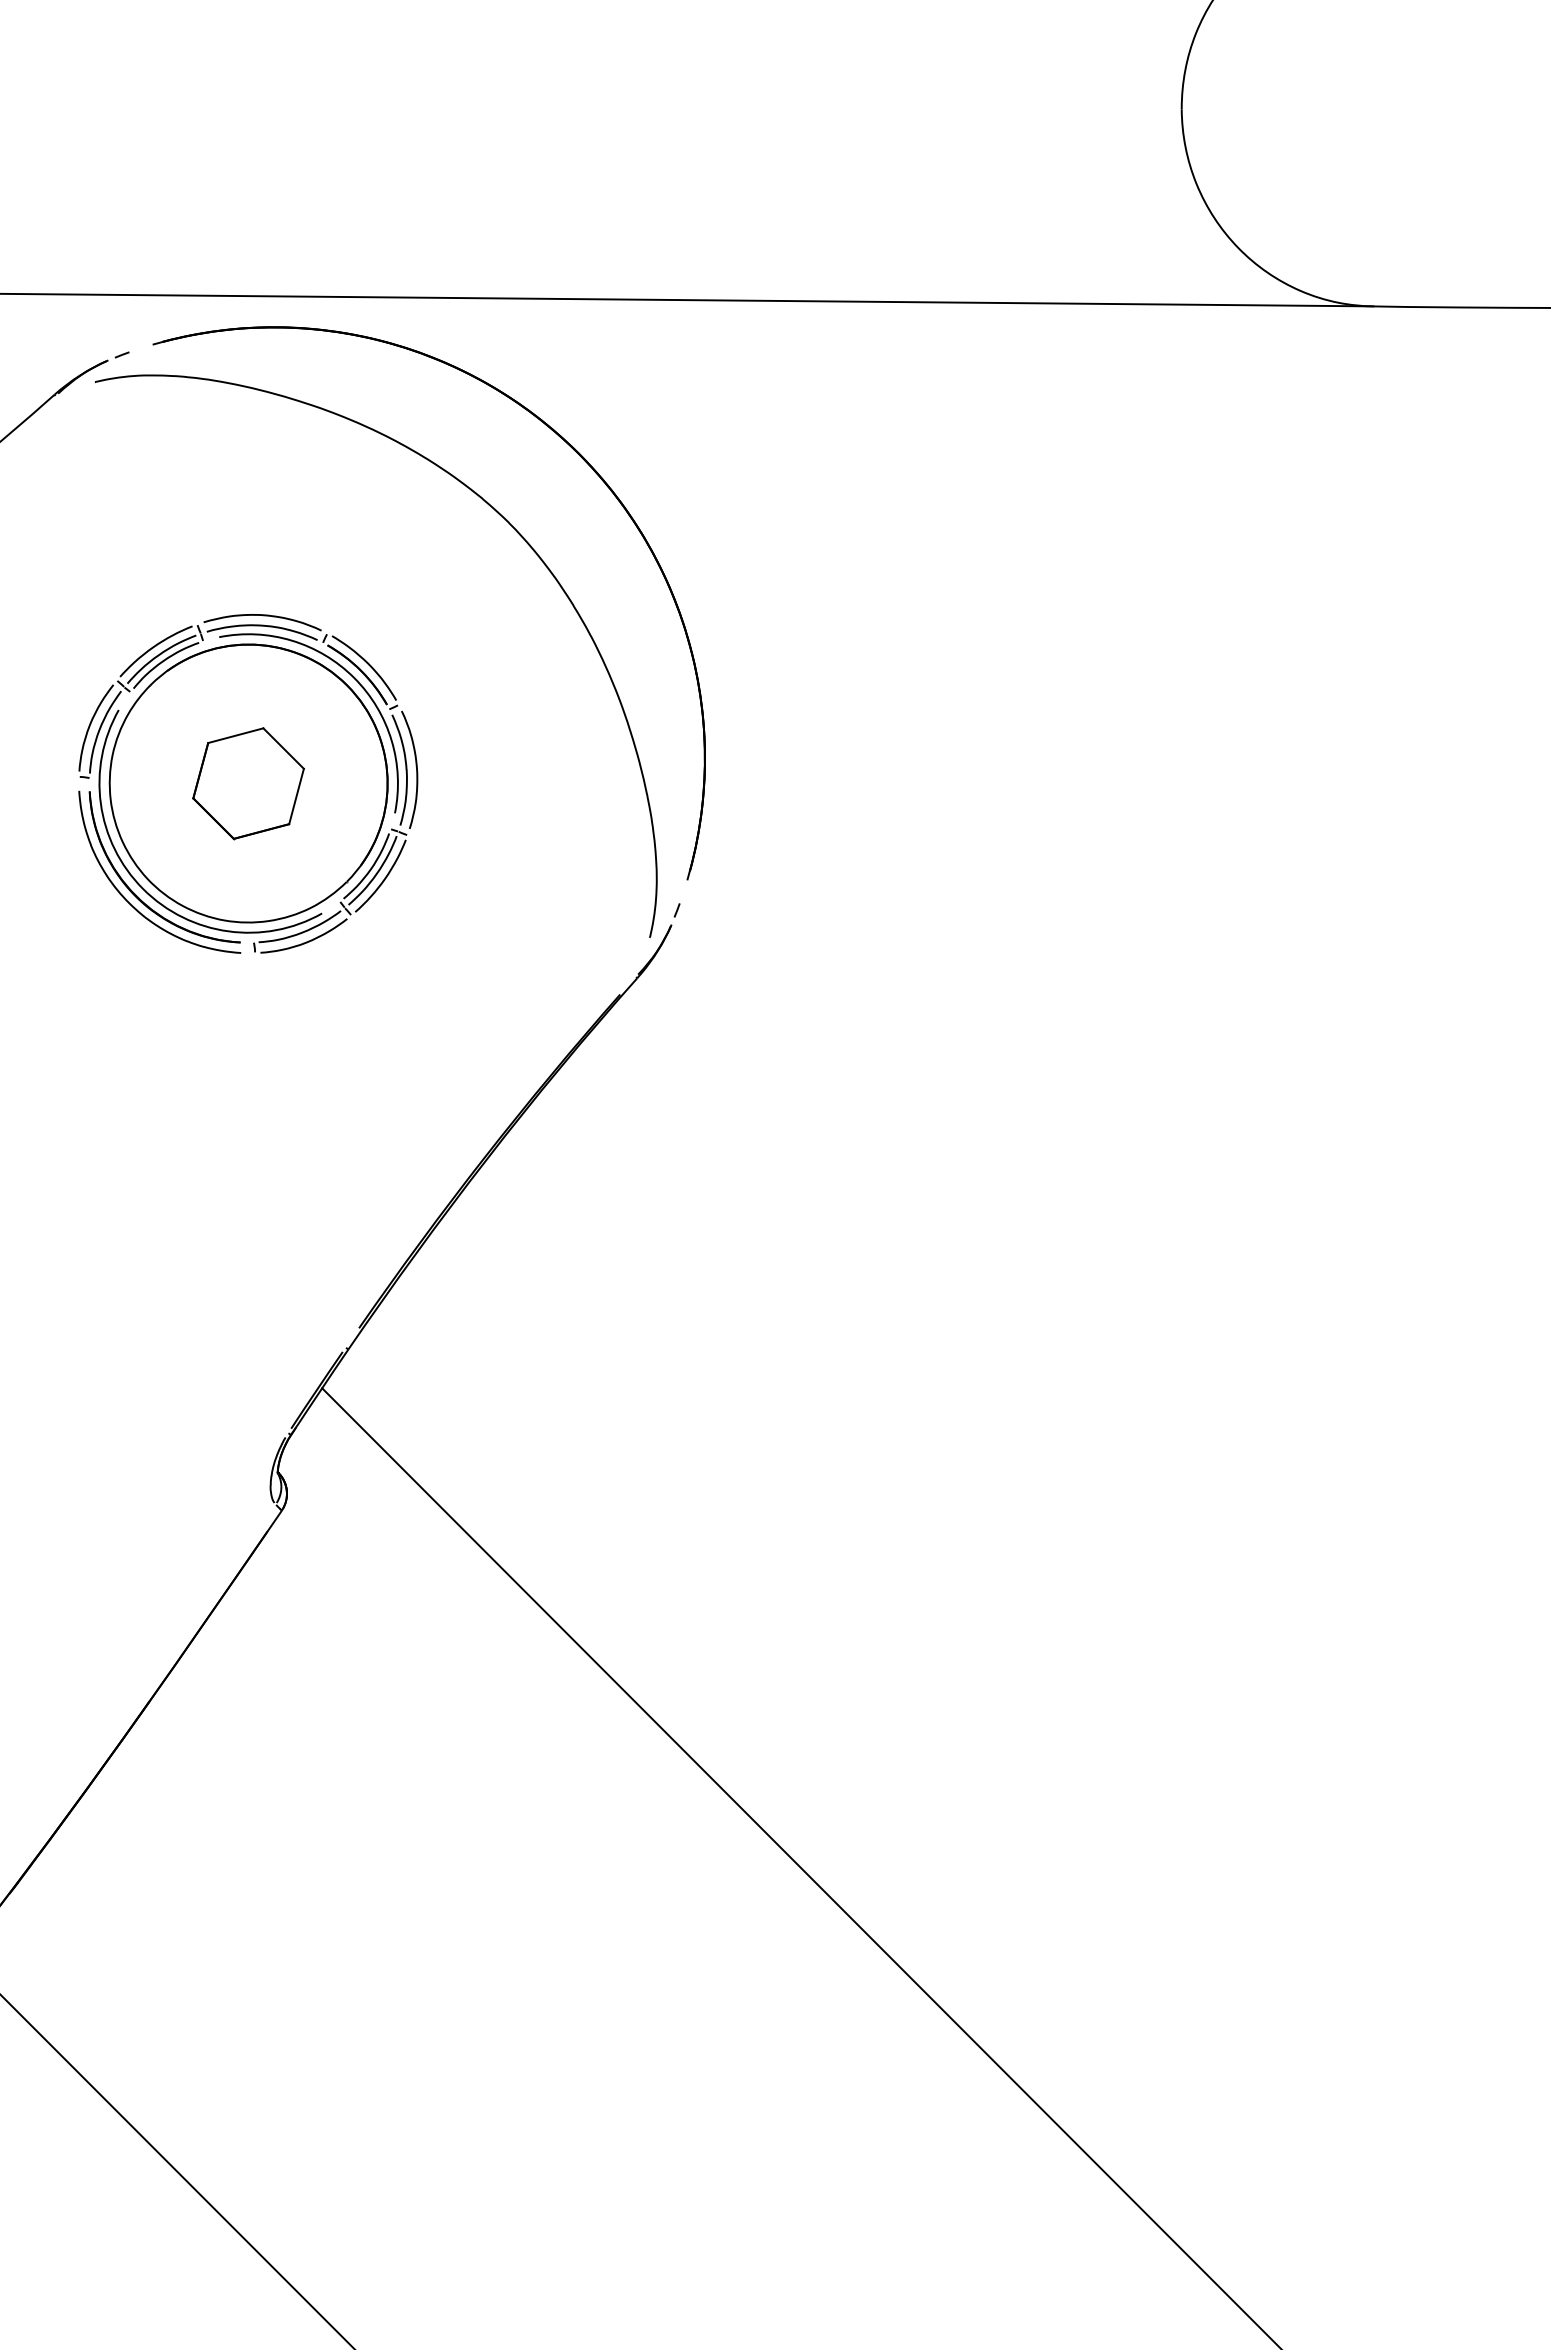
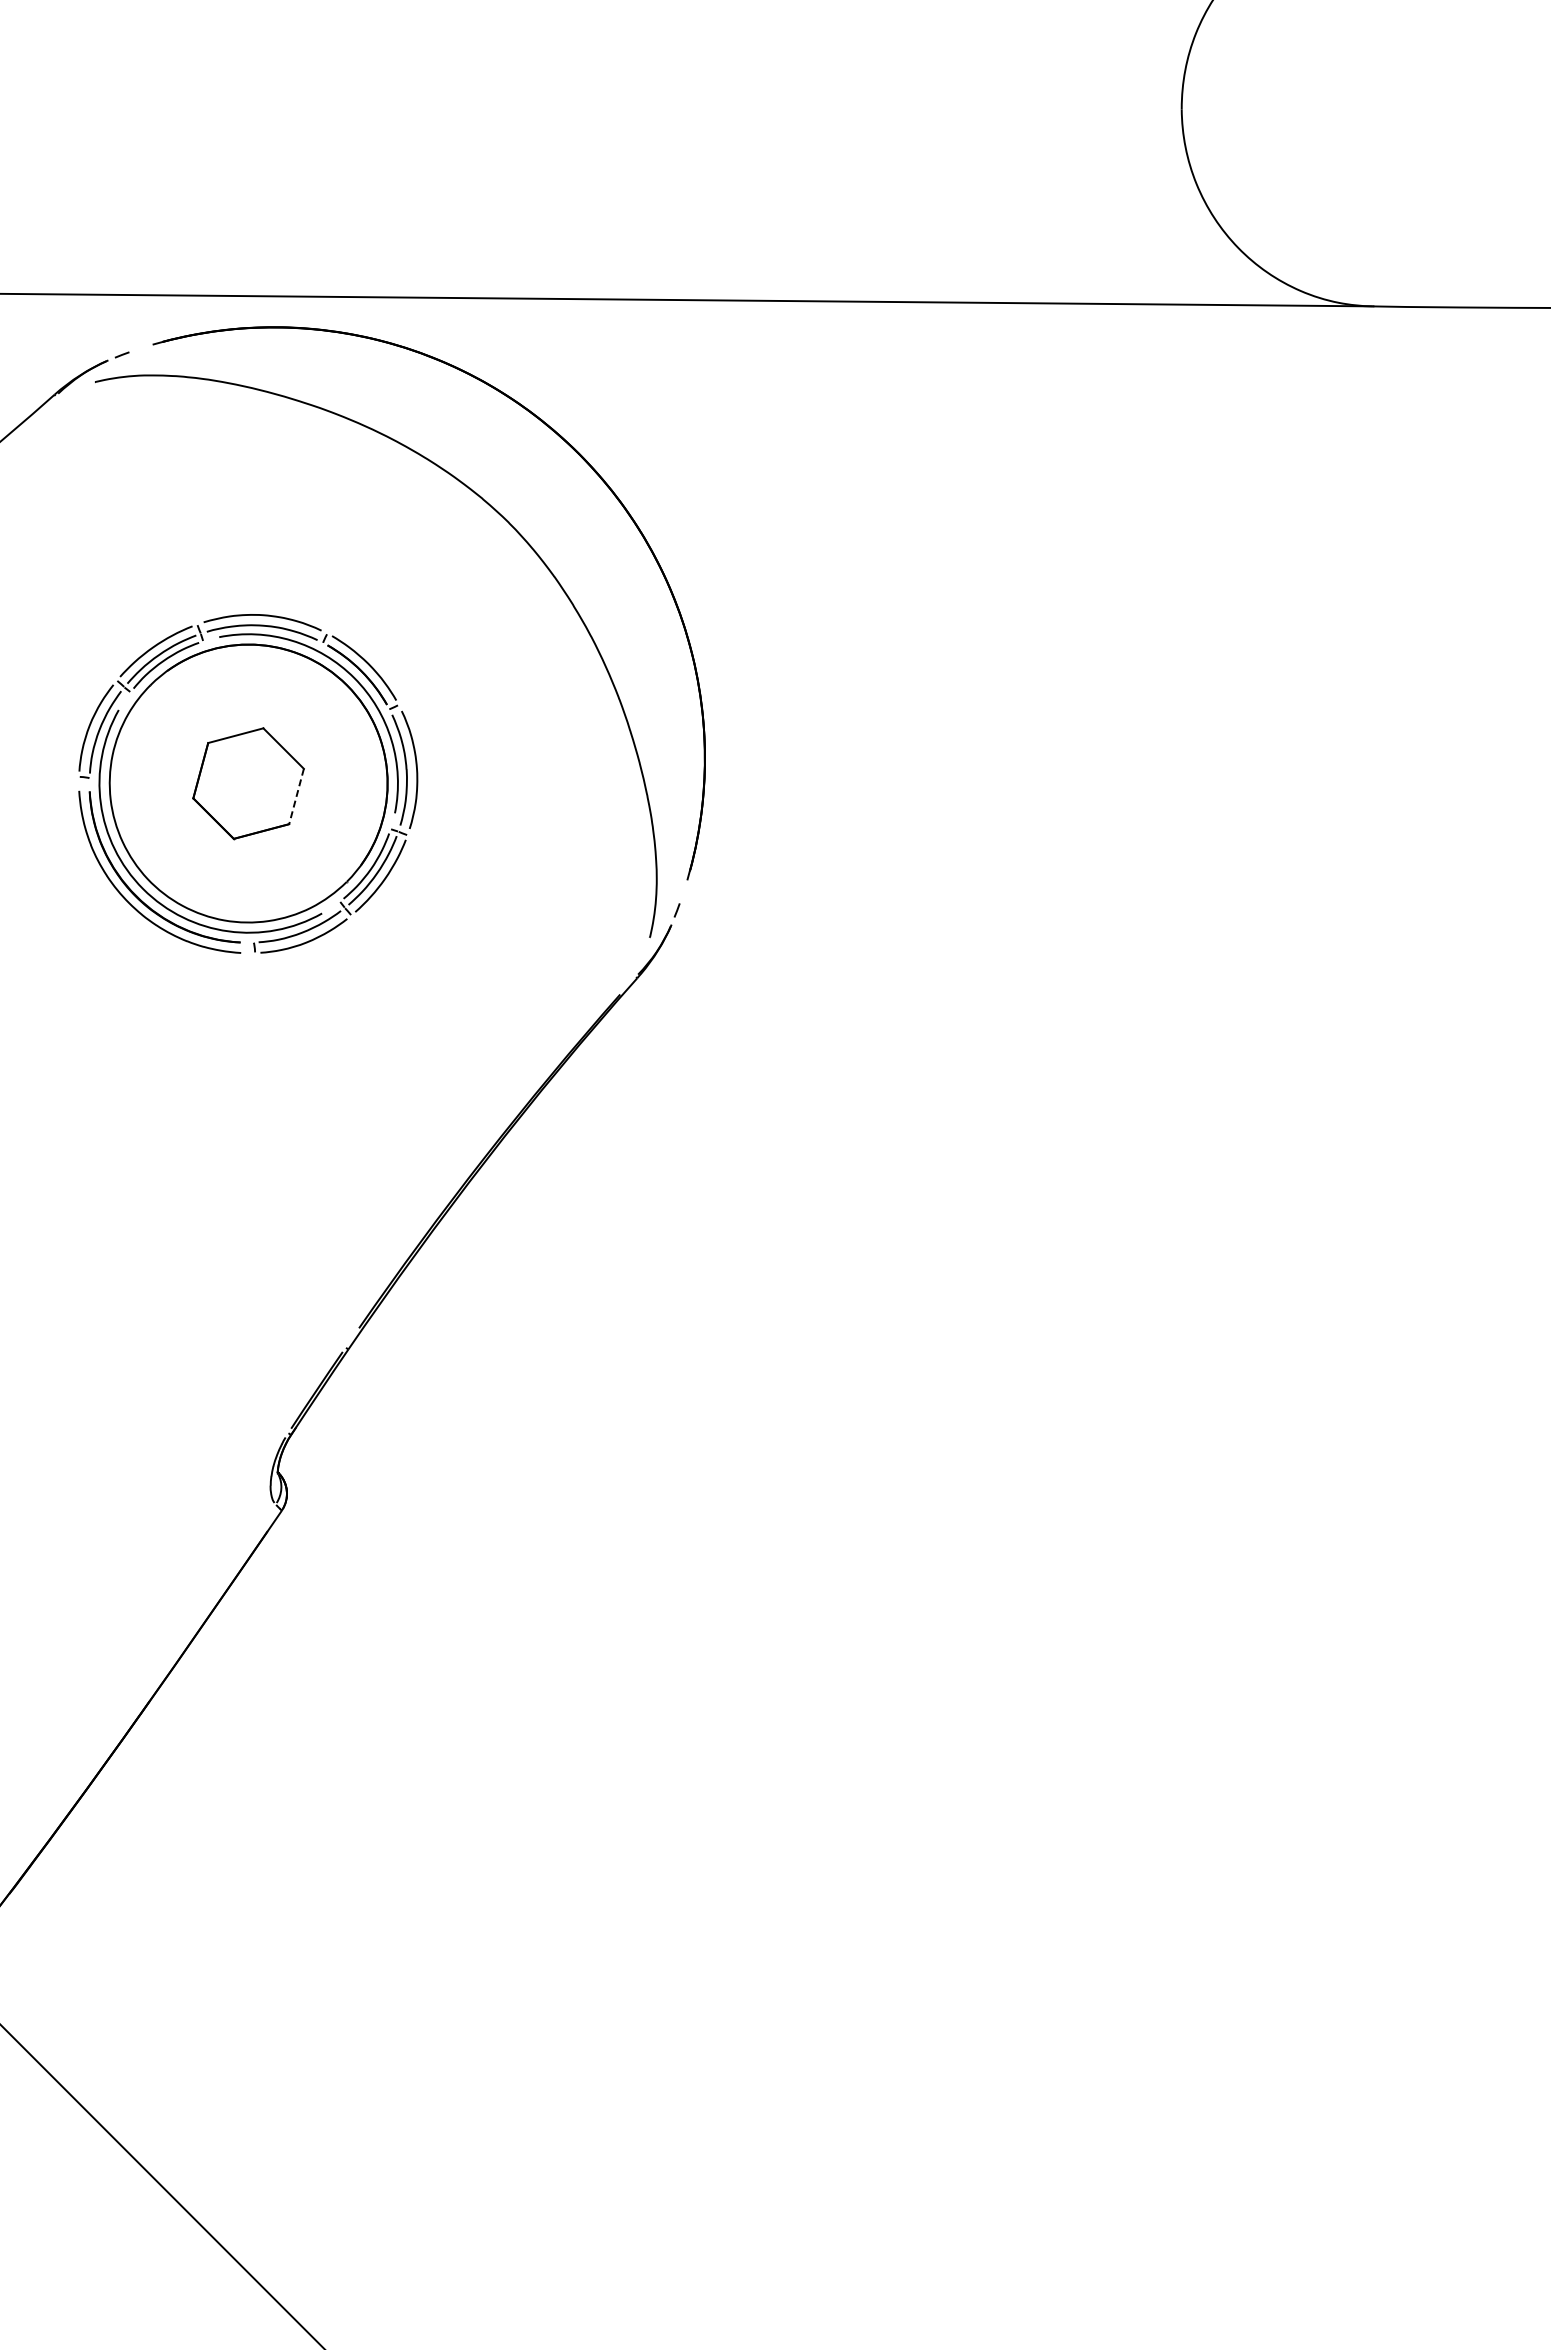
line at (296, 796): solid -> dashed
line at (800, 1867): present -> none
line at (176, 2171) position: (176, 2171) -> (161, 2186)
